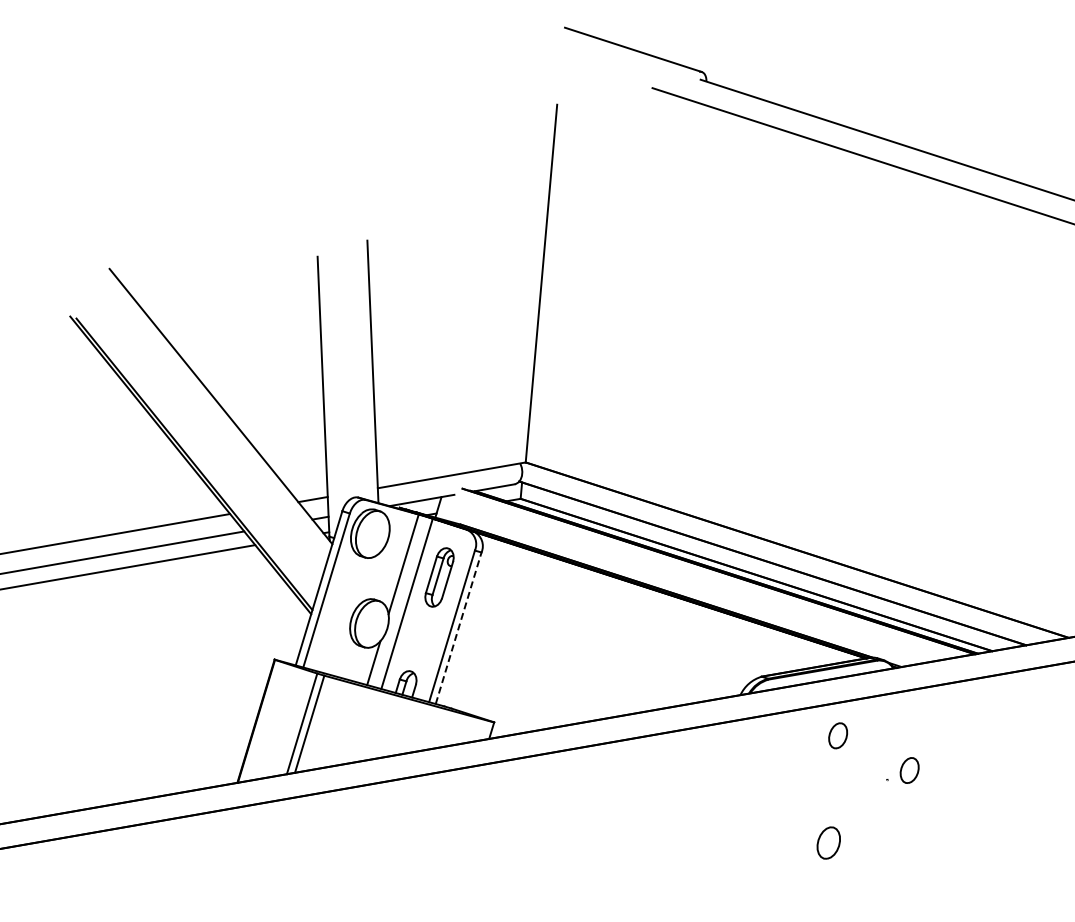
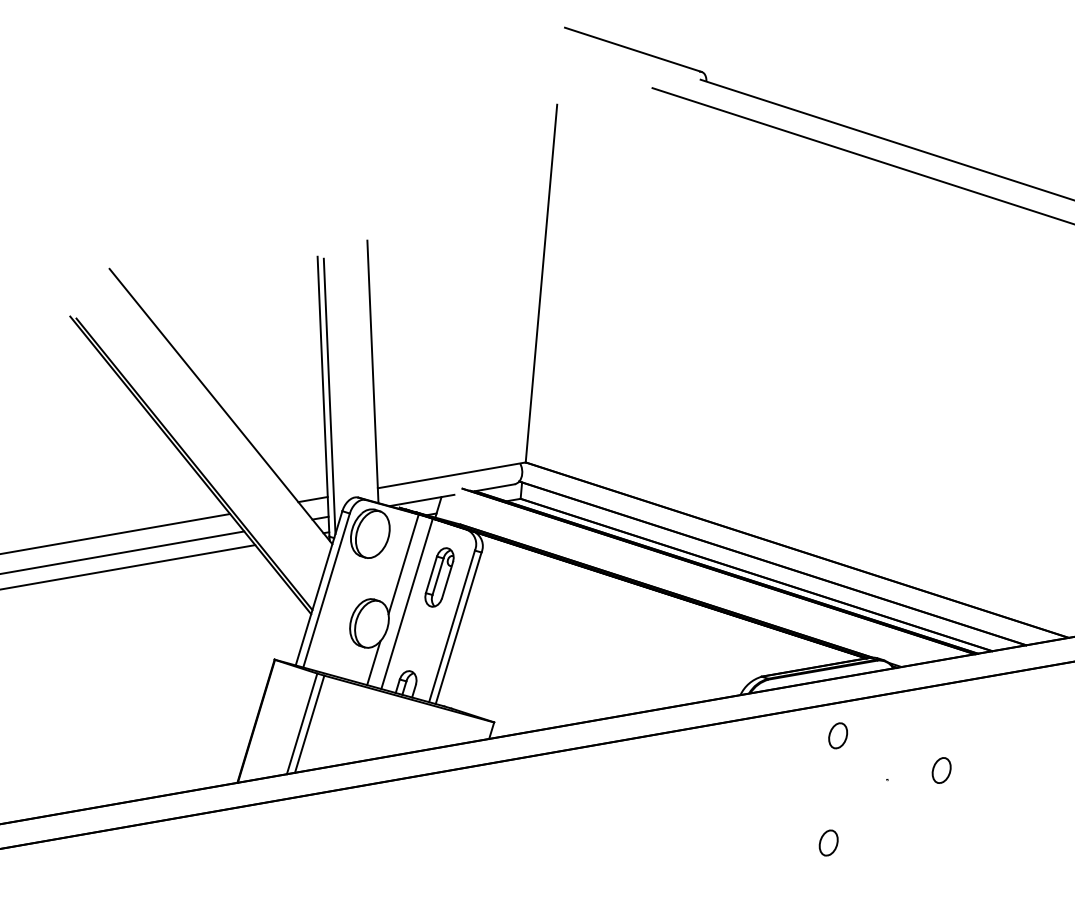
line at (329, 396): none -> present
line at (458, 627): dashed -> solid
part at (909, 770) position: (909, 770) -> (941, 770)
part at (828, 842) size: 25x34 px -> 21x28 px
